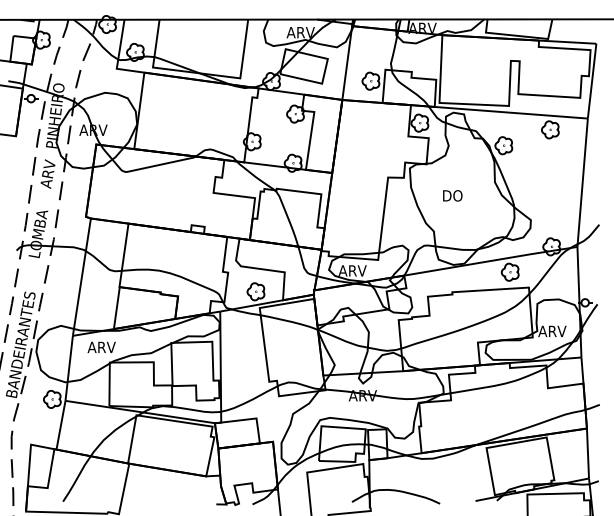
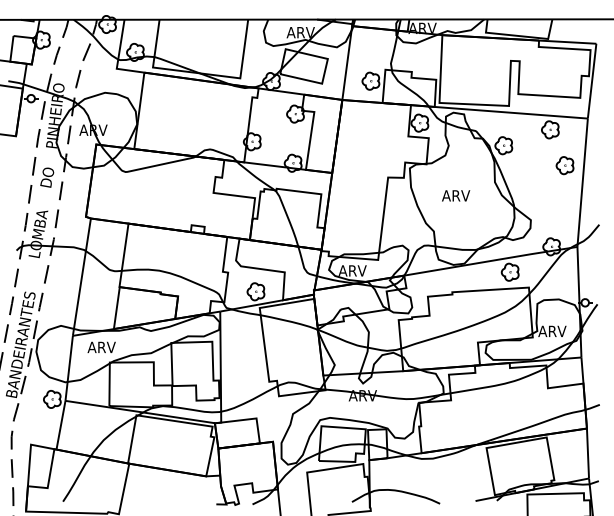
part at (564, 165): none -> present
text at (47, 173): ARV -> DO
text at (456, 195): DO -> ARV
